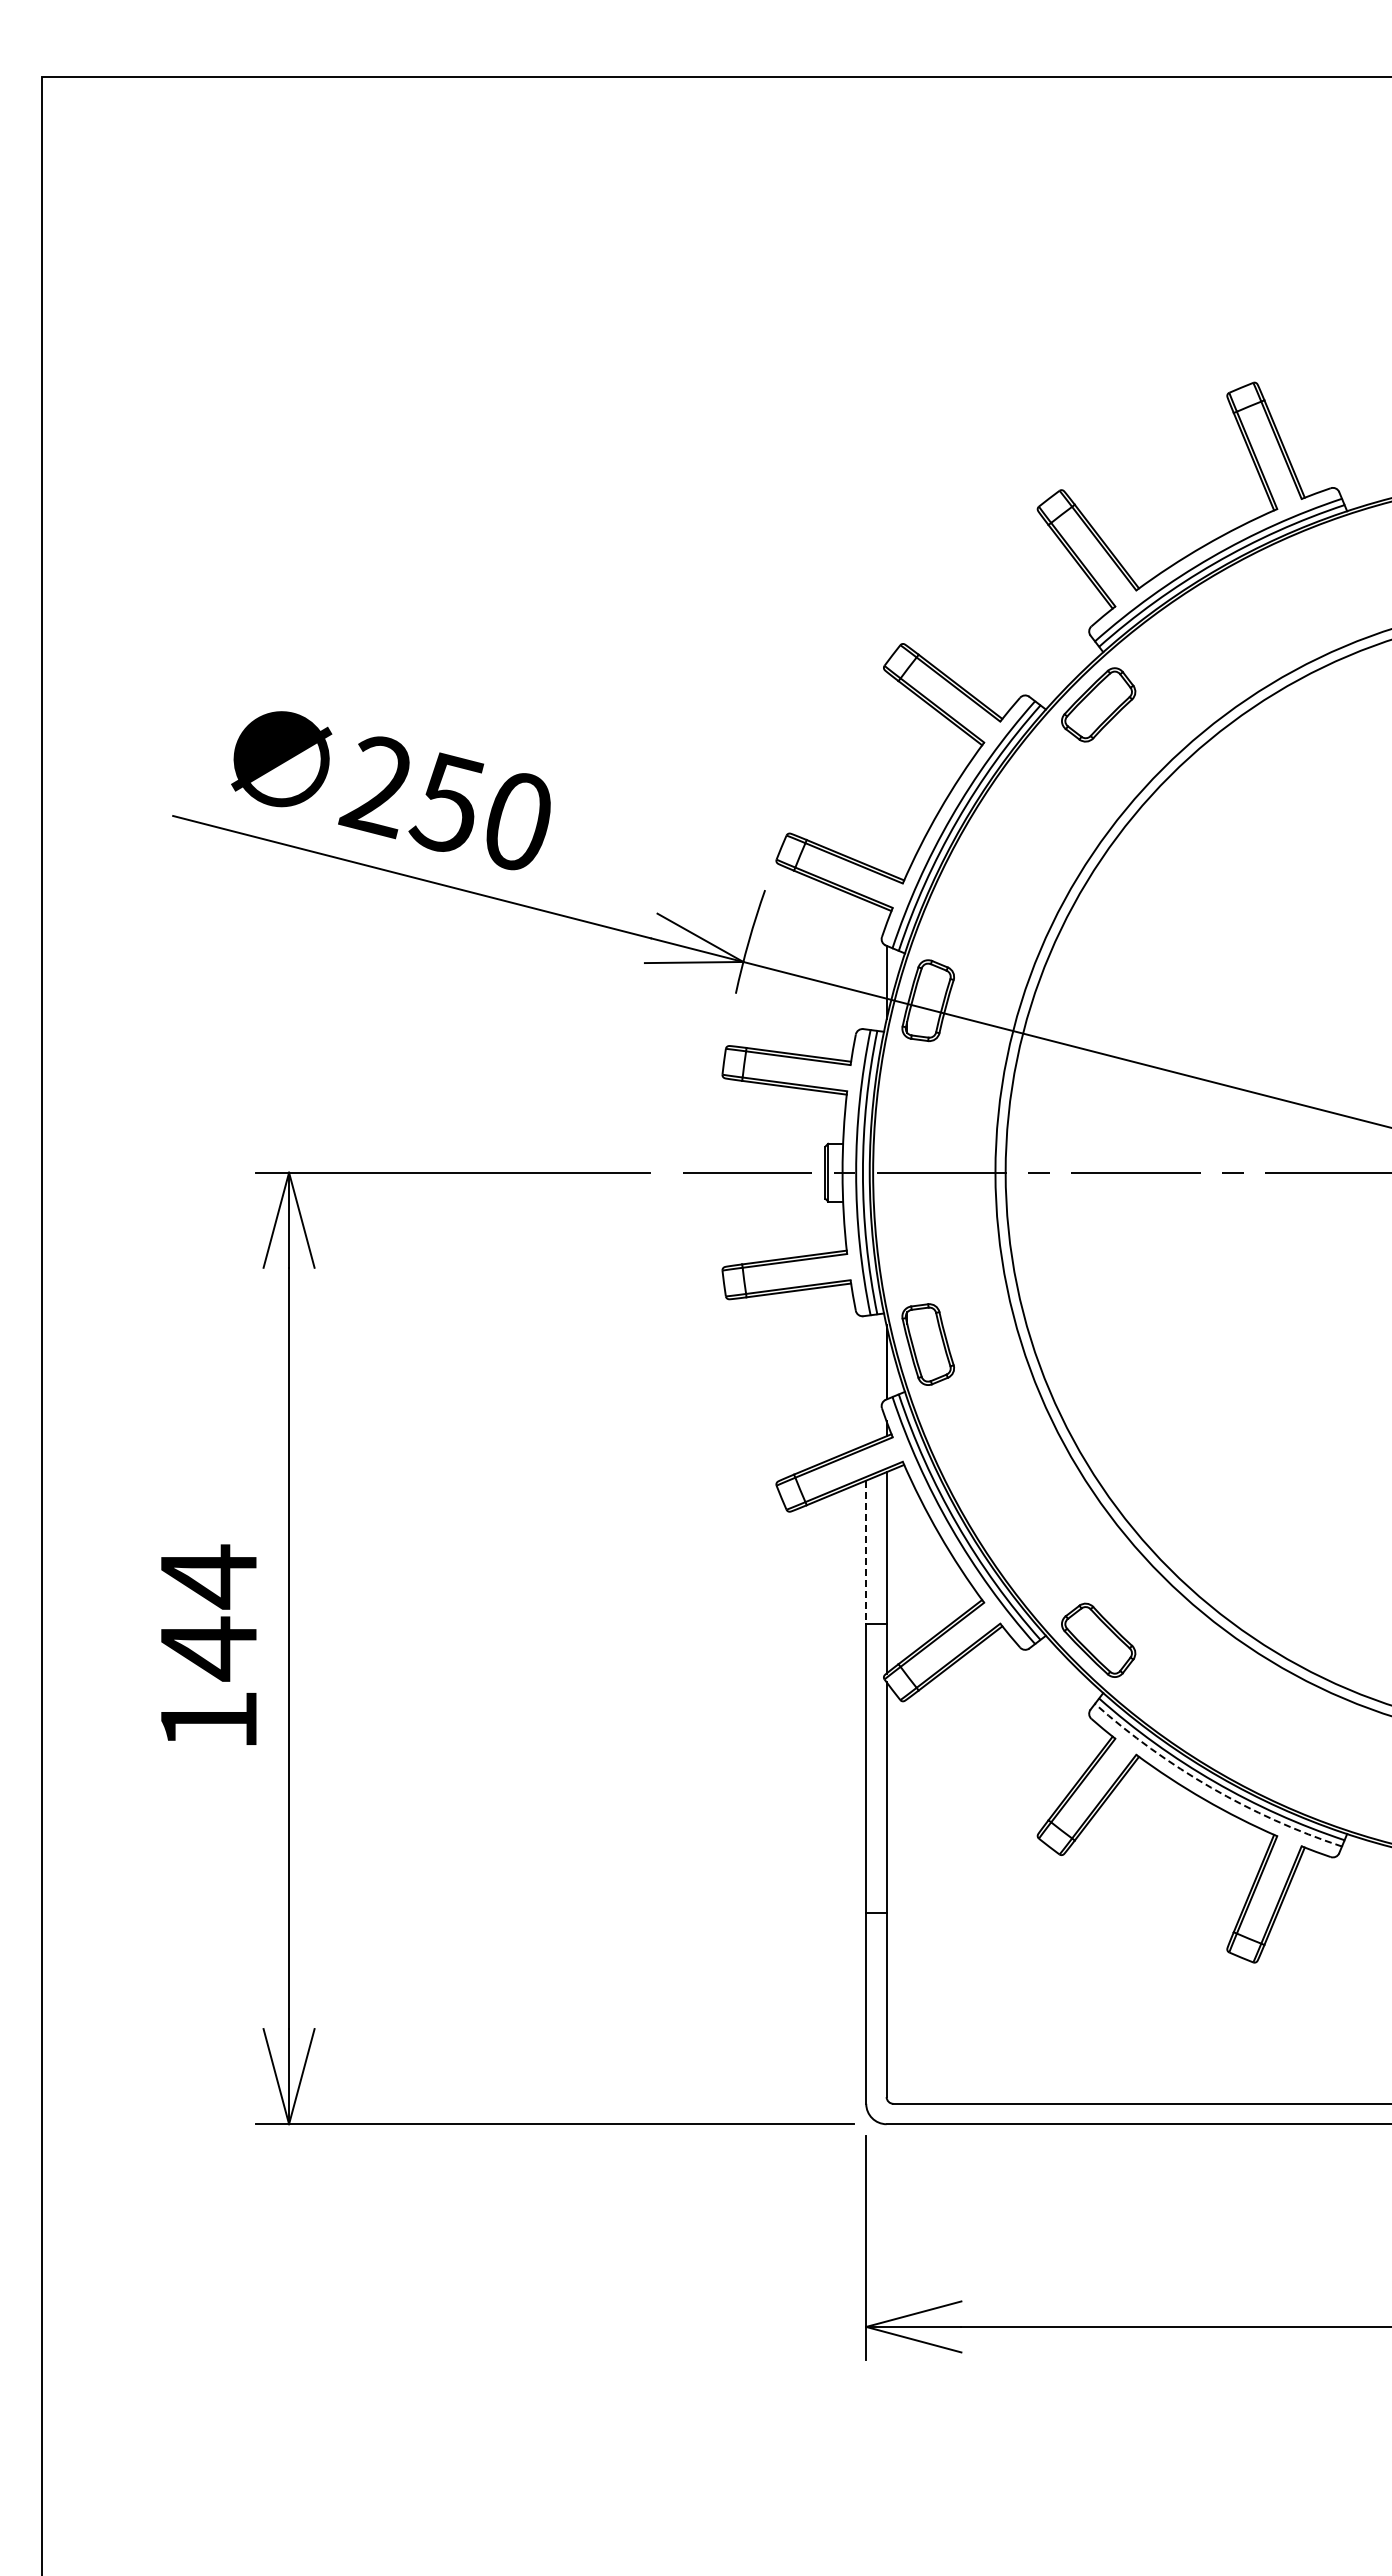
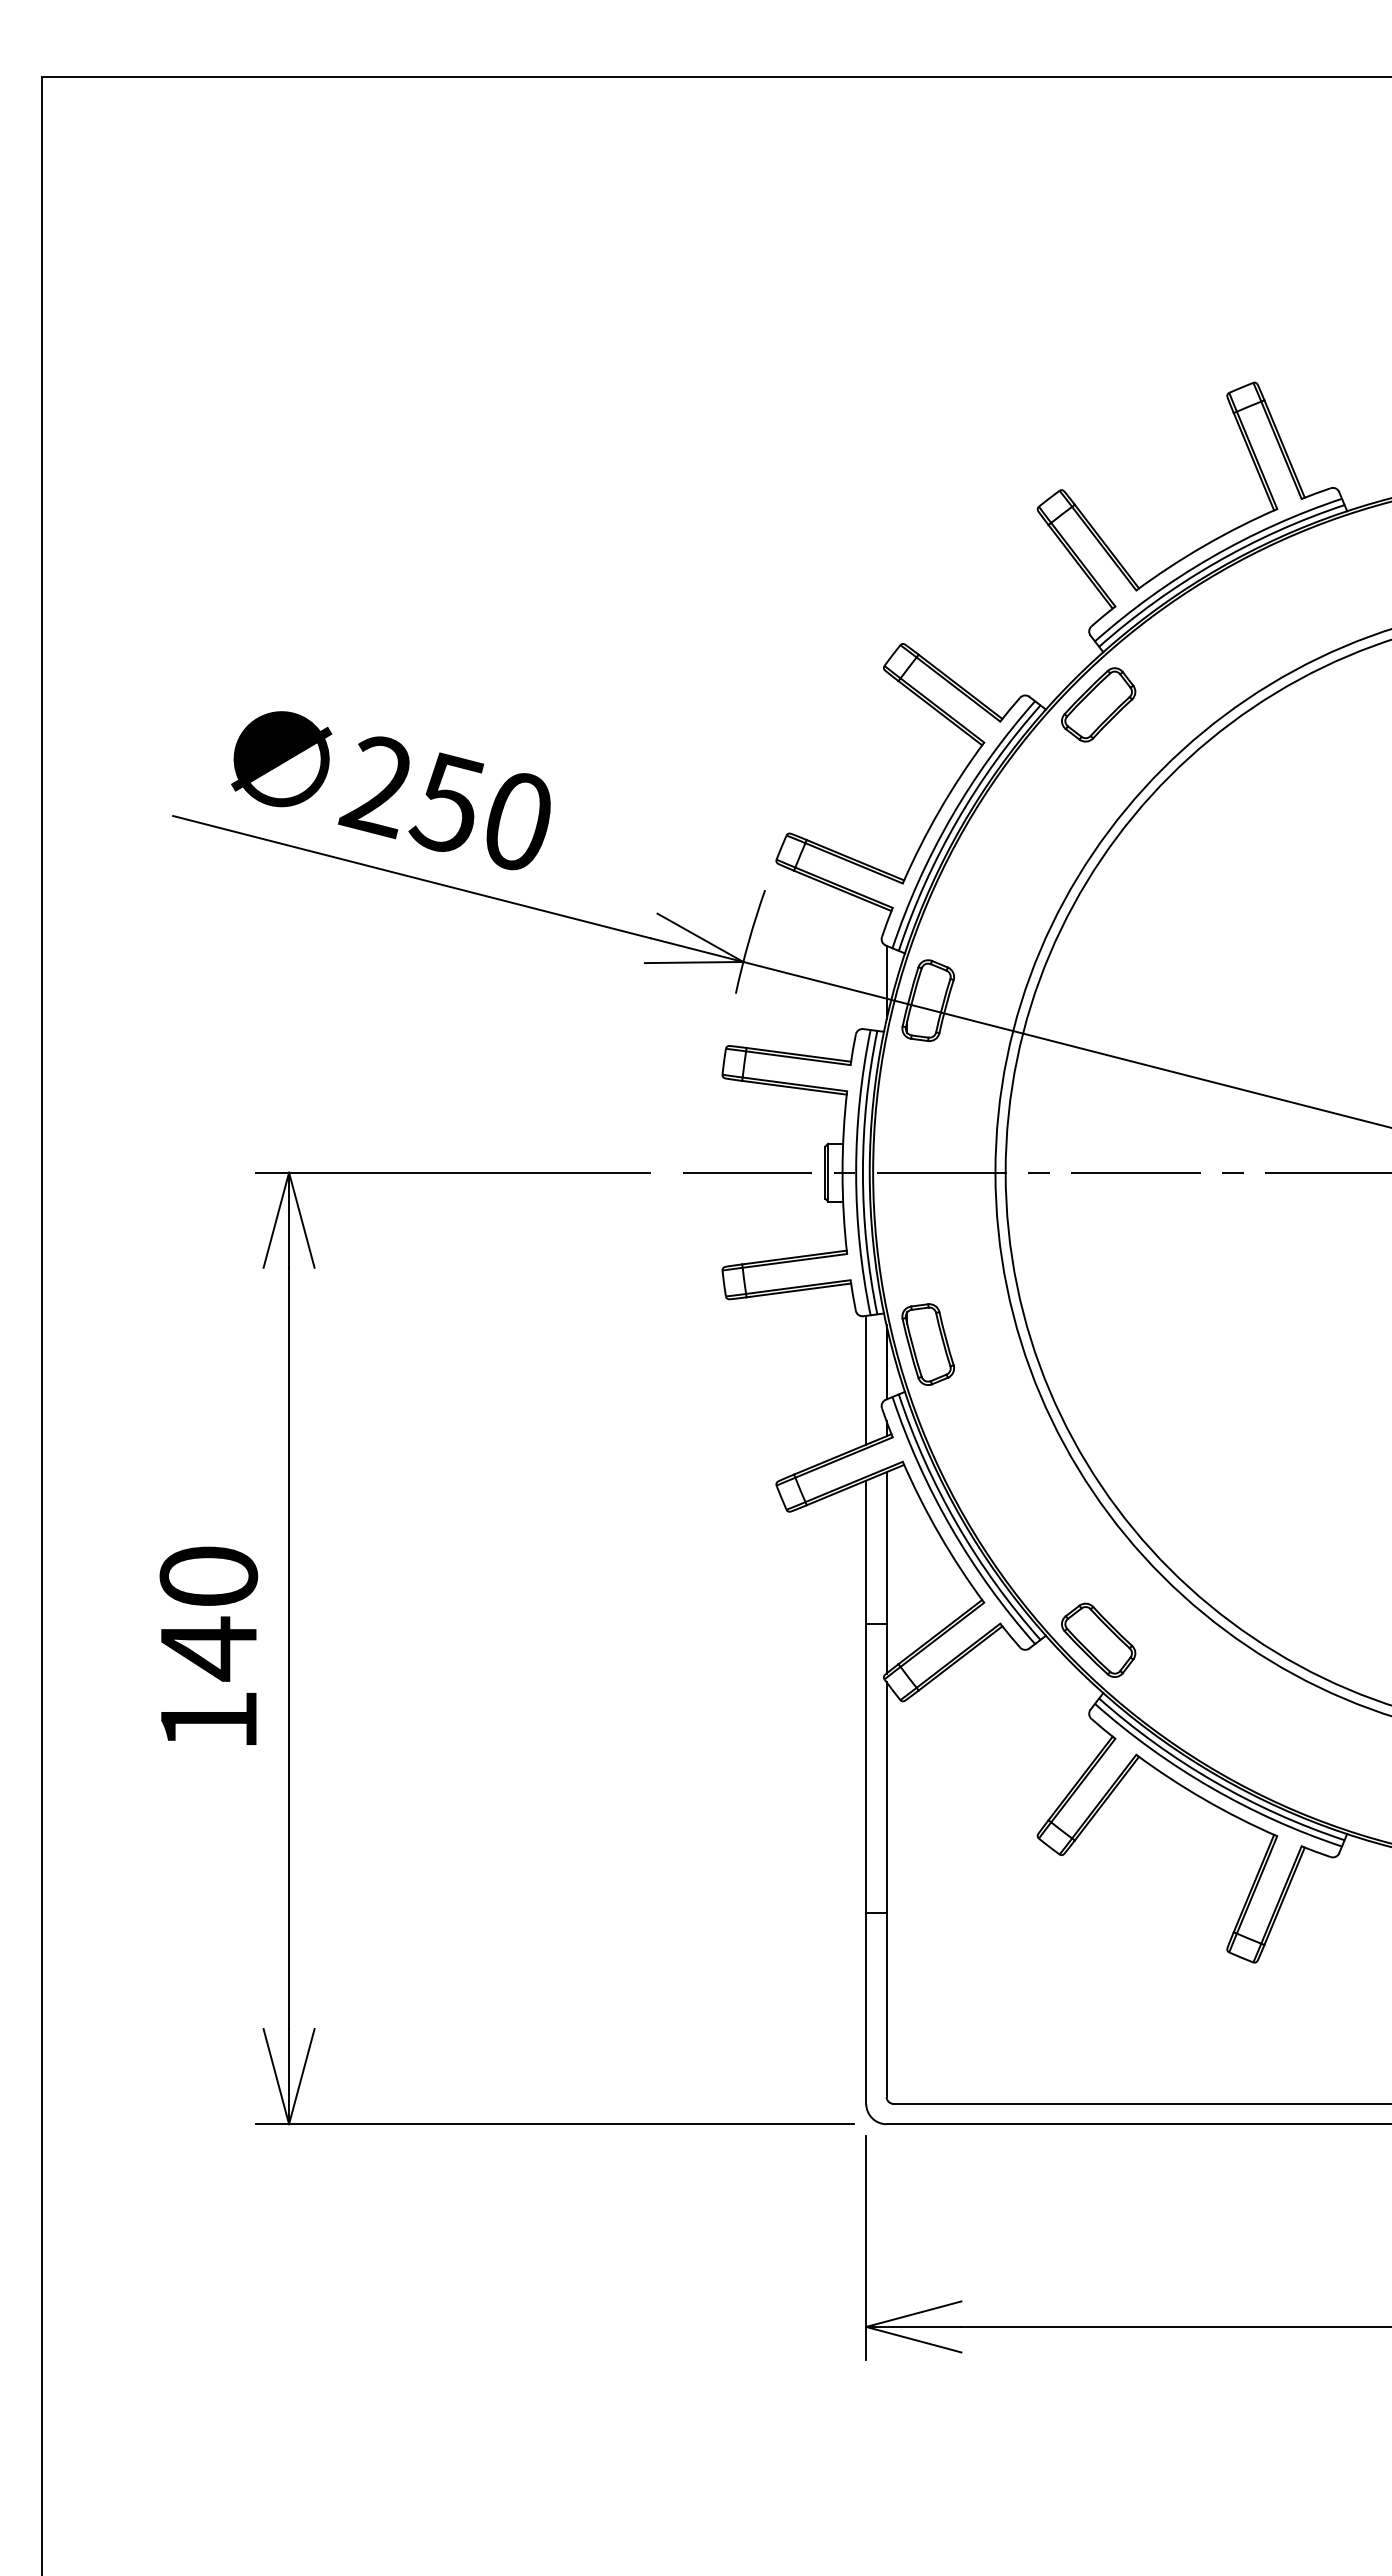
line at (866, 1379): none -> present
line at (866, 1552): dashed -> solid
text at (208, 1576): 144 -> 140
arc at (1211, 1787): dashed -> solid
